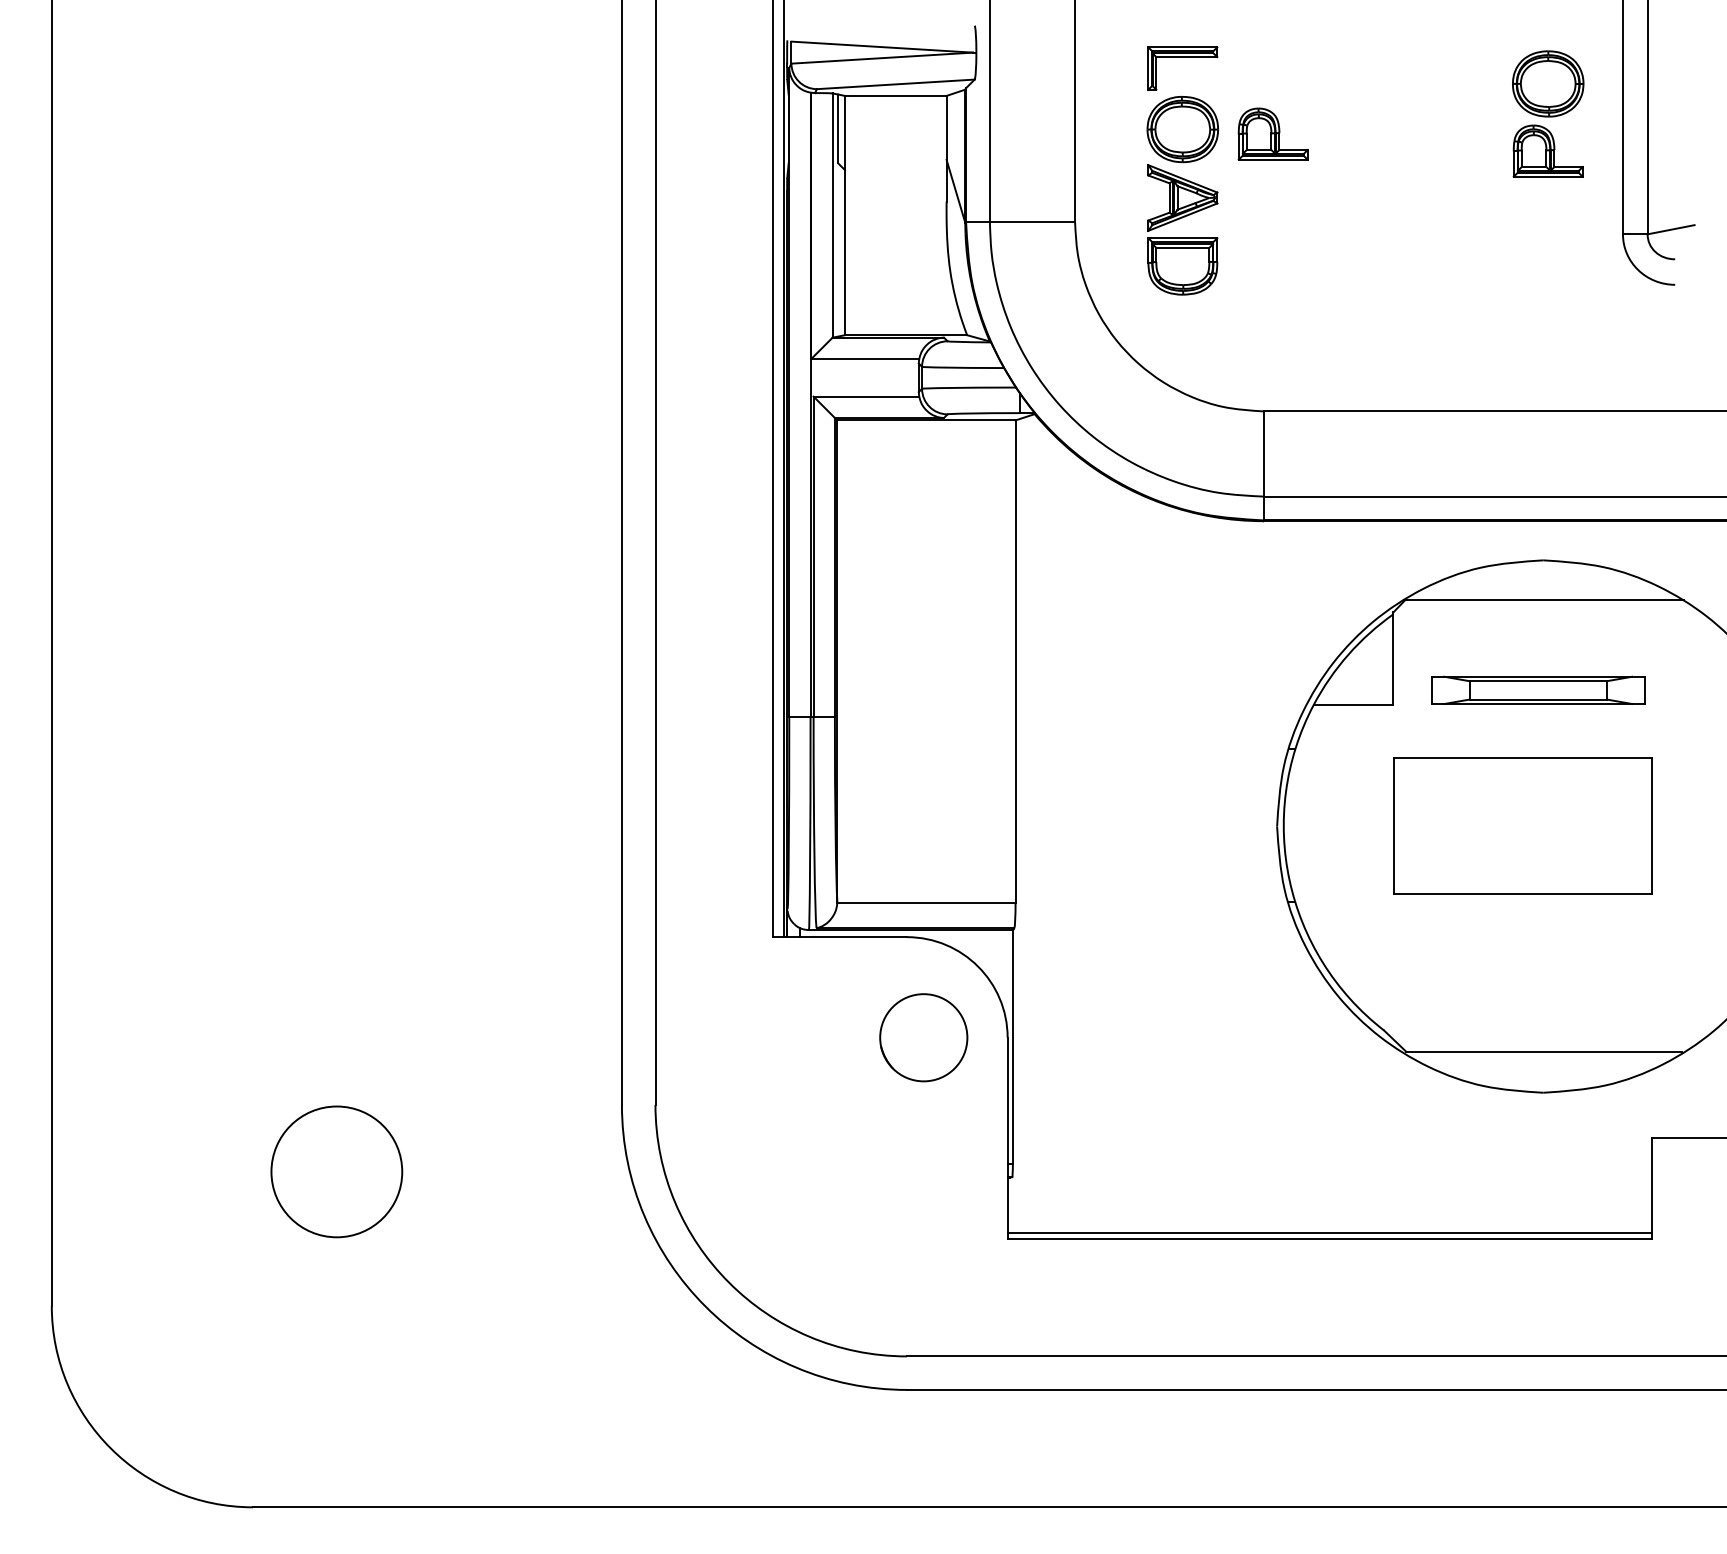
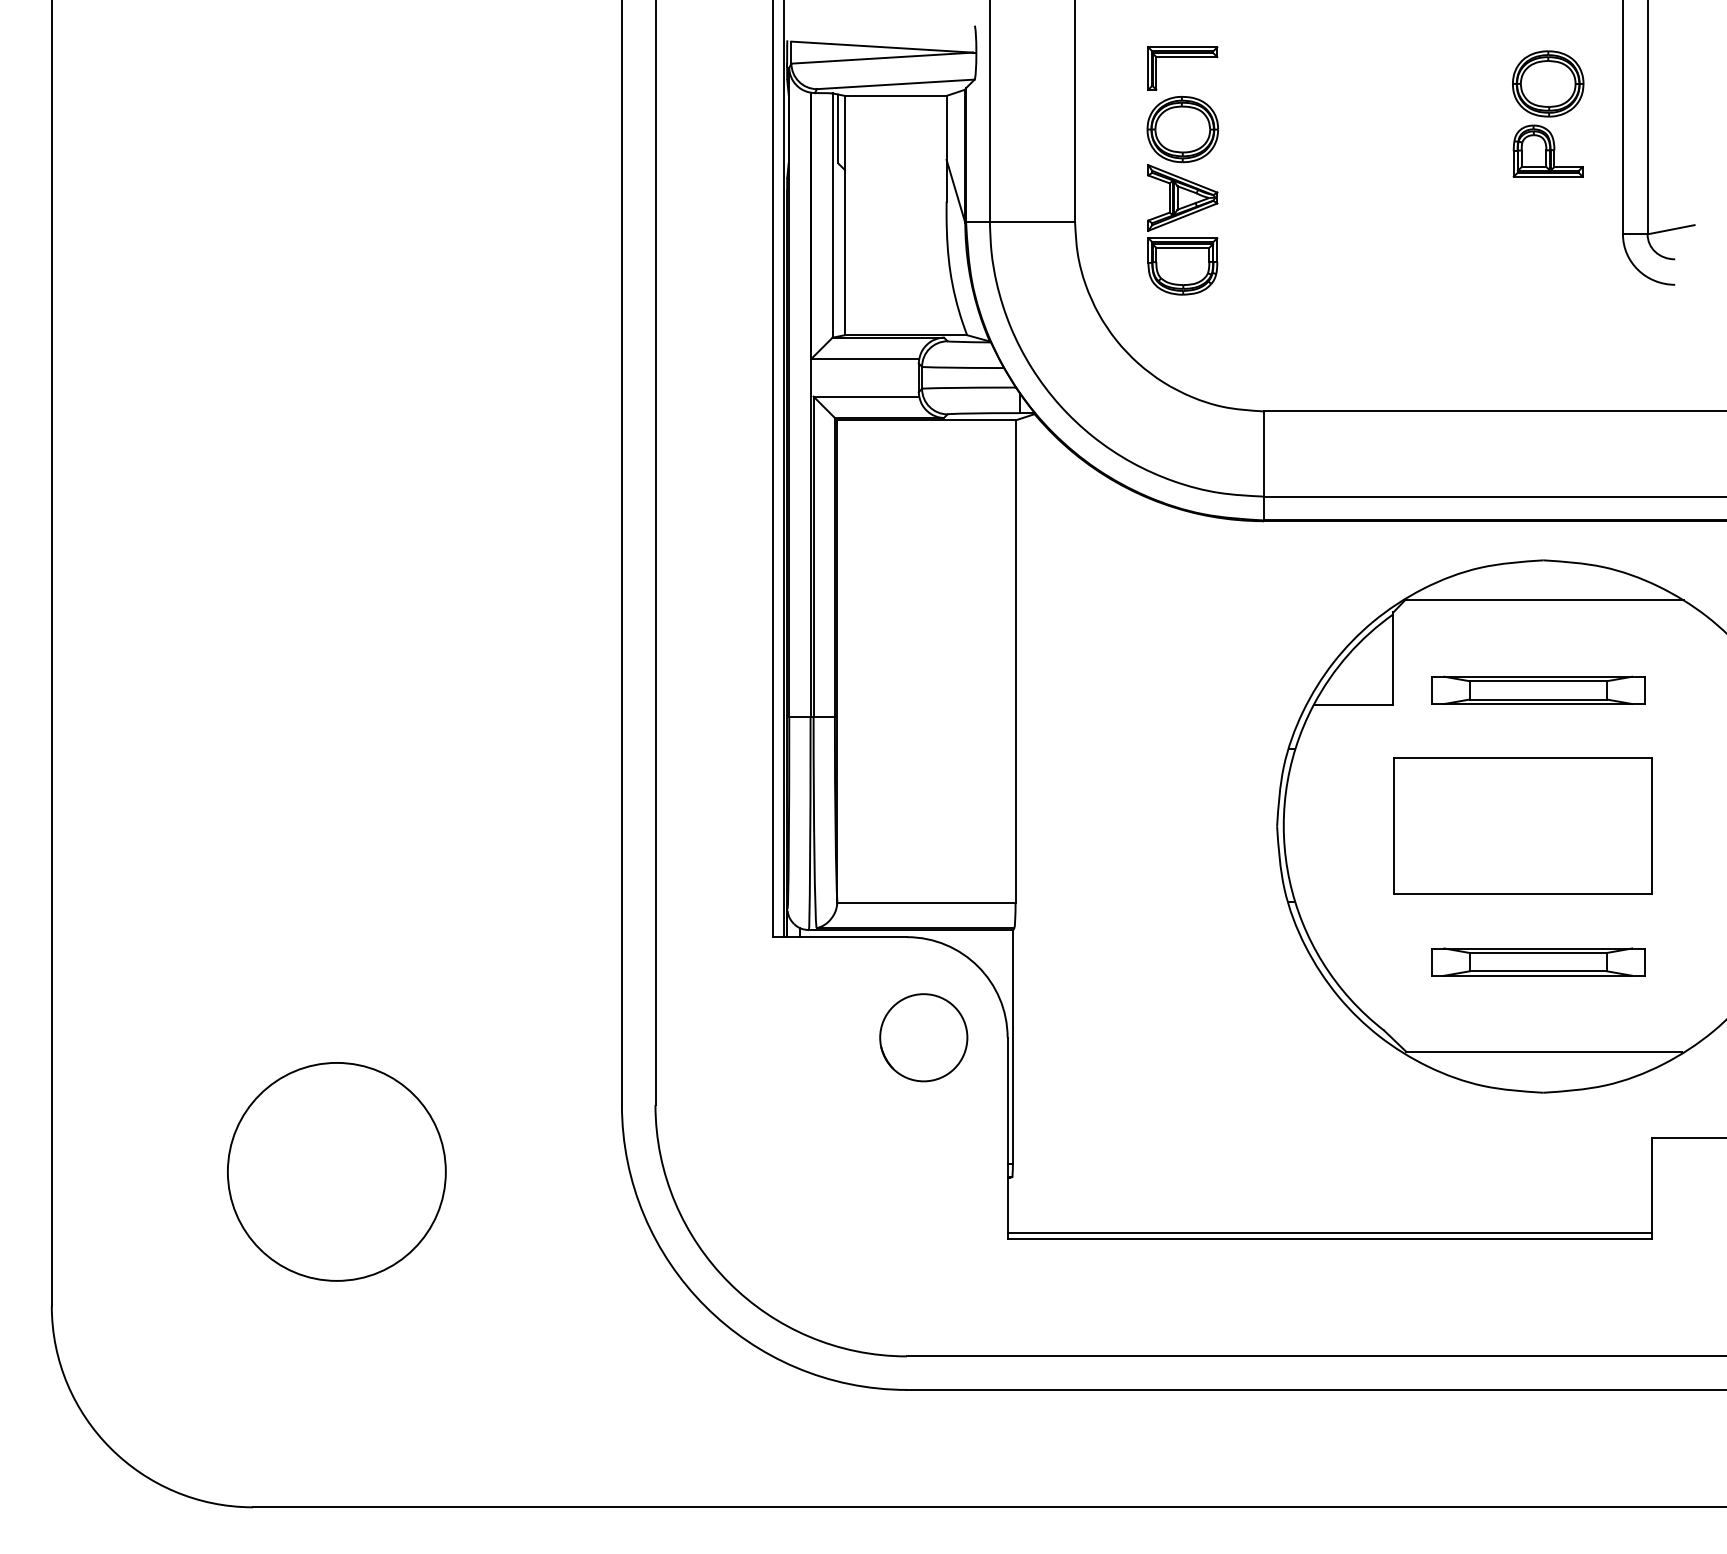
part at (1272, 133): present -> none
part at (1538, 961): none -> present
circle at (336, 1171) diameter: 131 px -> 218 px
